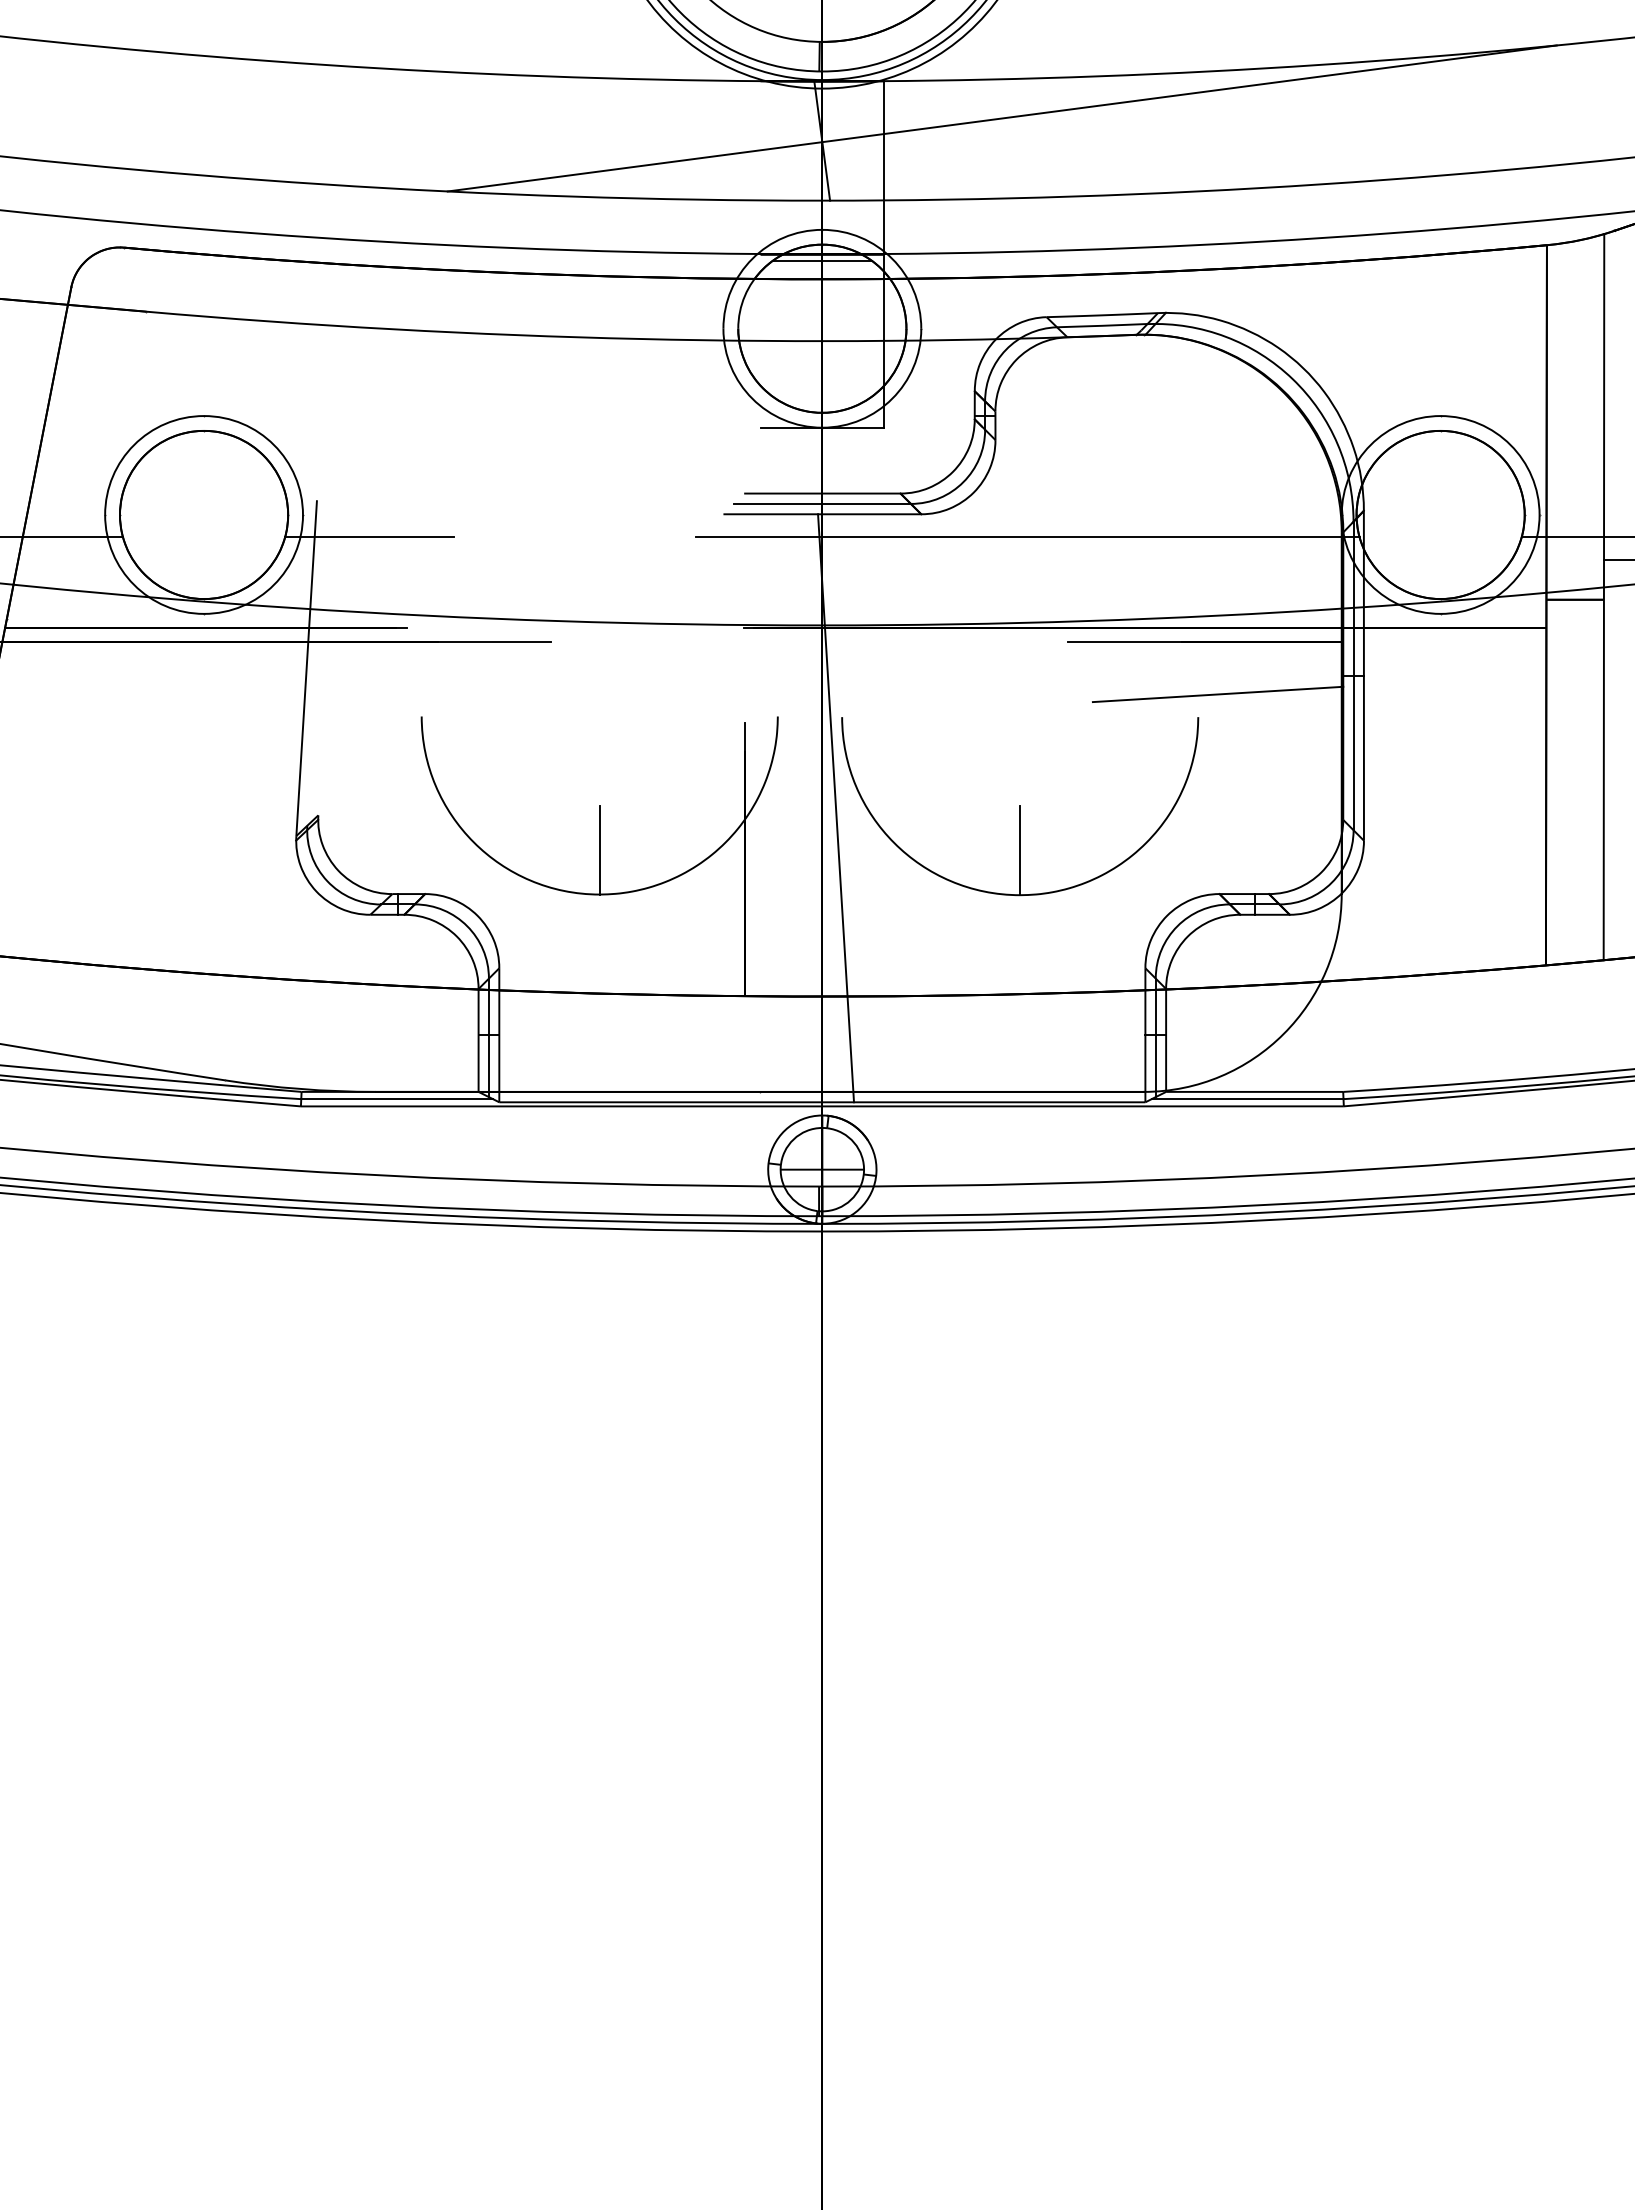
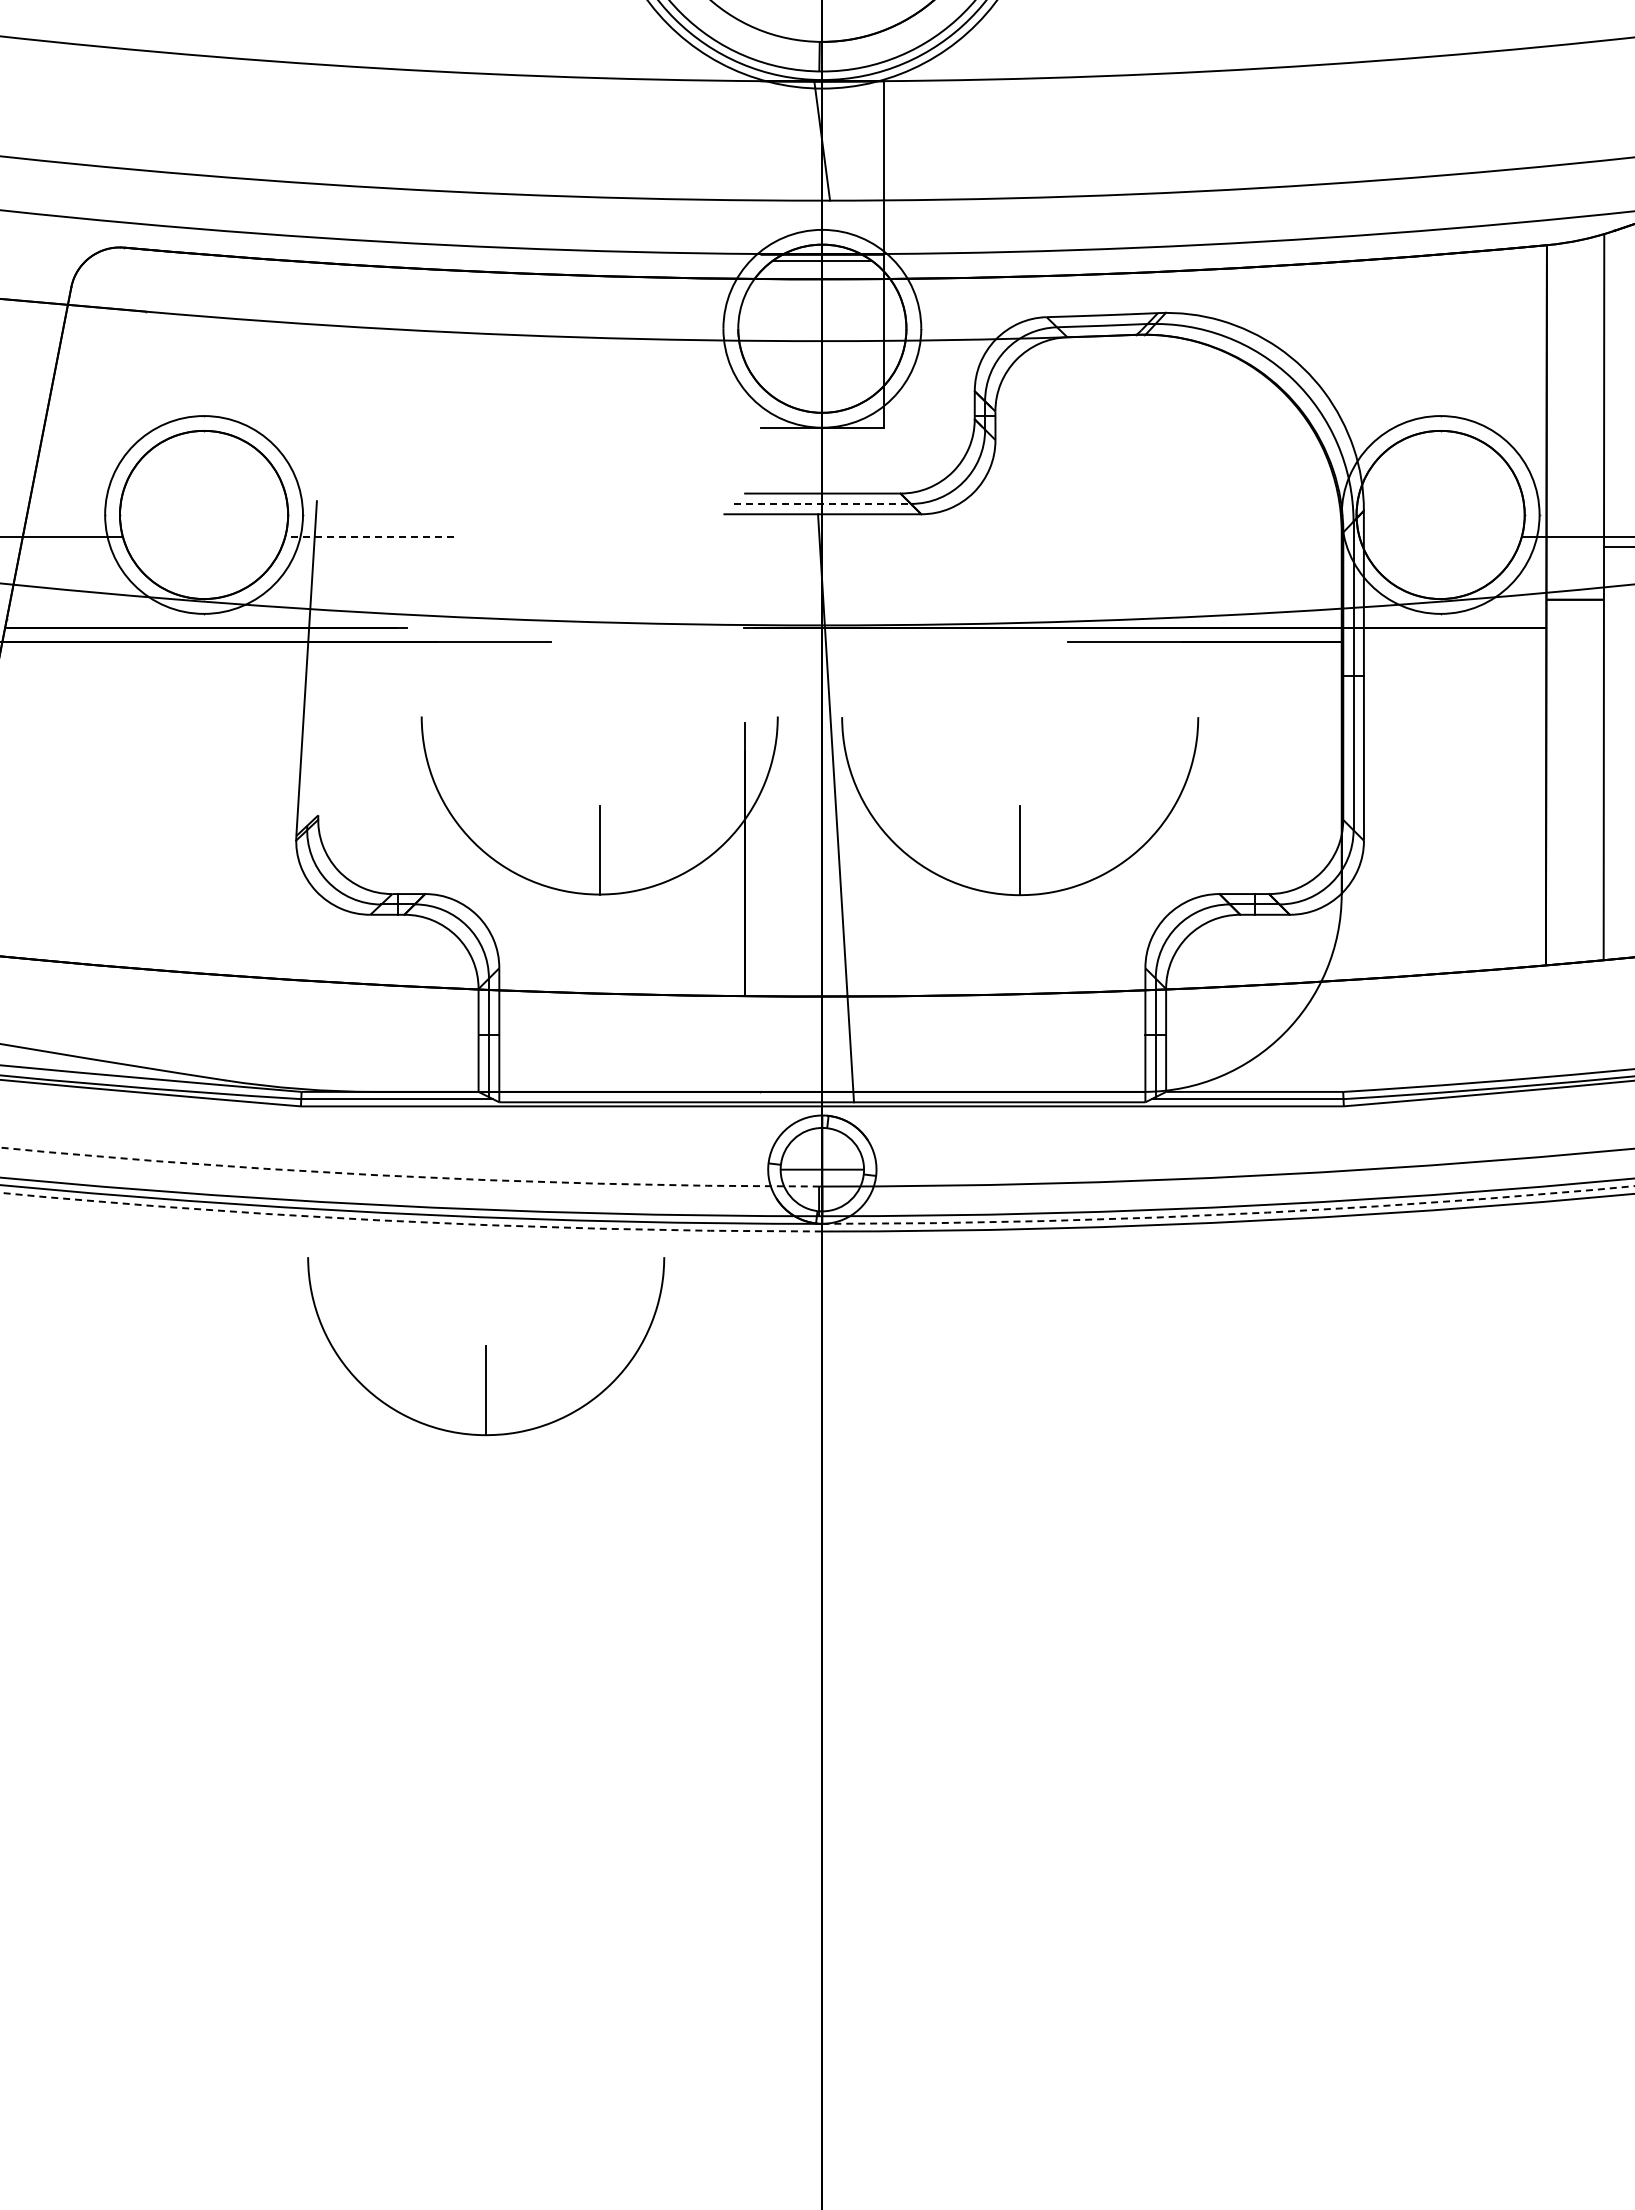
line at (1001, 118): present -> none
line at (822, 503): solid -> dashed
line at (368, 537): solid -> dashed
line at (1027, 537): present -> none
line at (1617, 560) position: (1617, 560) -> (1617, 547)
line at (1217, 694): present -> none
arc at (408, 1176): solid -> dashed
arc at (1229, 1214): solid -> dashed
arc at (410, 1221): solid -> dashed
part at (486, 1346): none -> present
